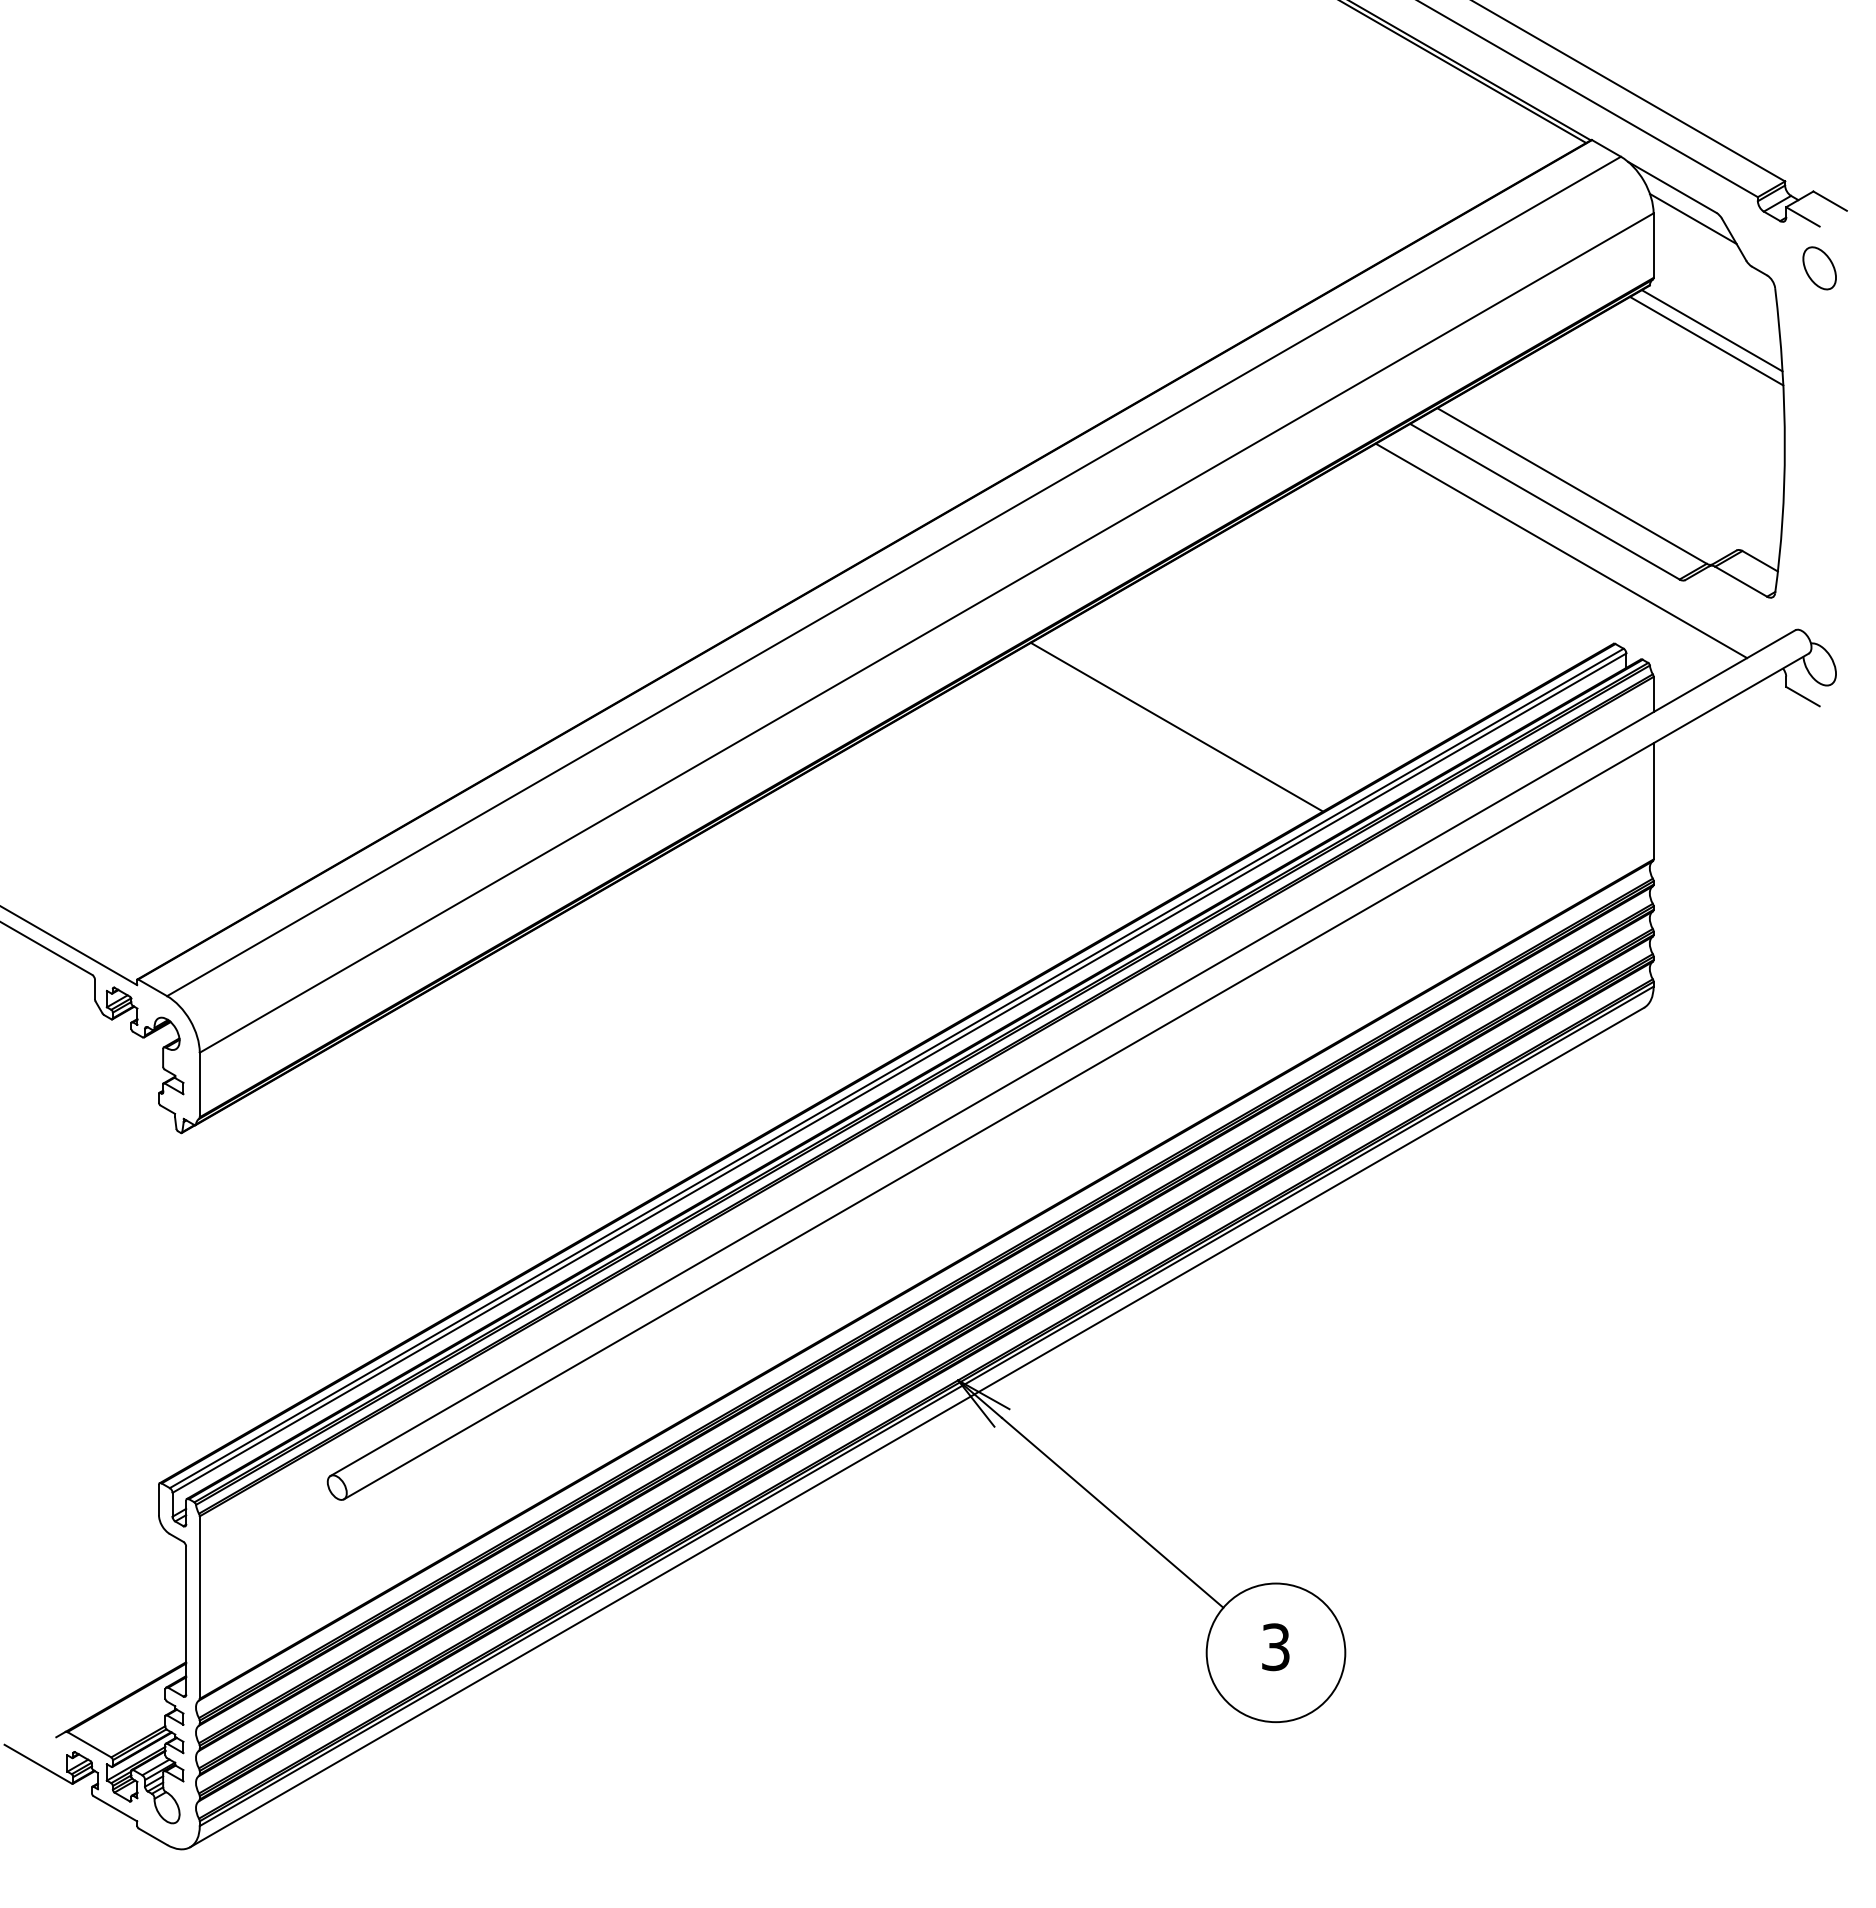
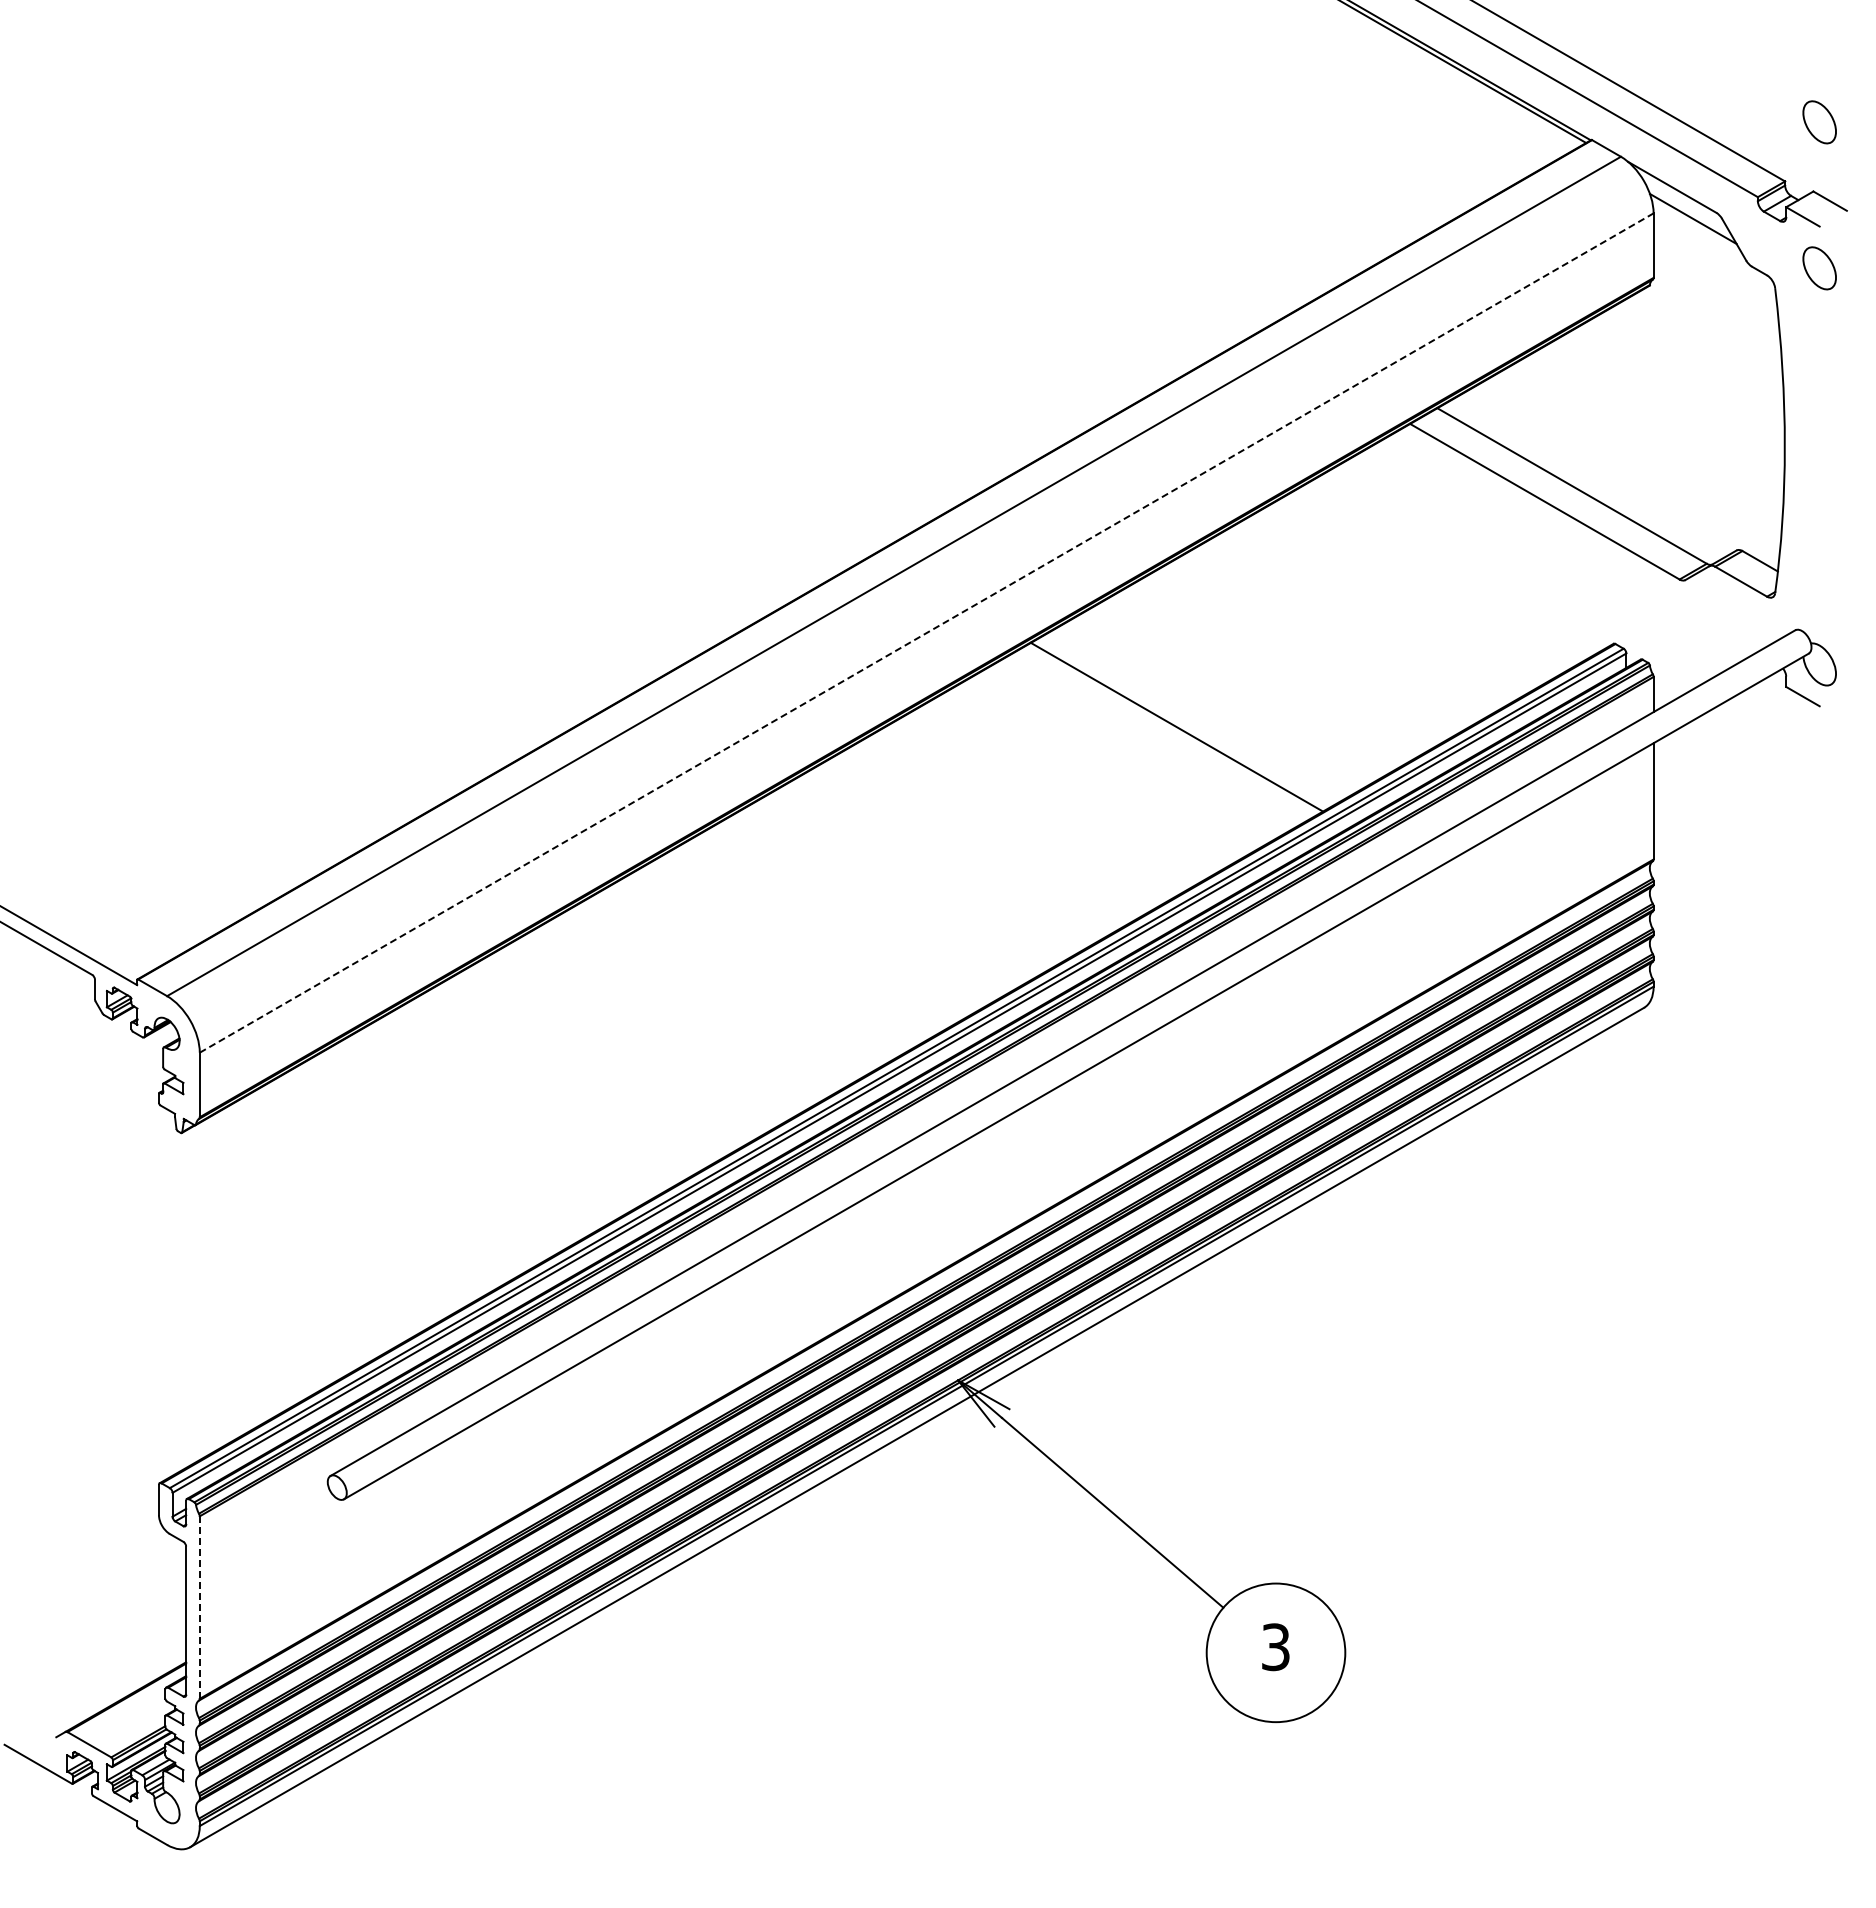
part at (1819, 122): none -> present
line at (1711, 330): present -> none
line at (1706, 340): present -> none
line at (1561, 550): present -> none
line at (927, 632): solid -> dashed
line at (199, 1608): solid -> dashed
